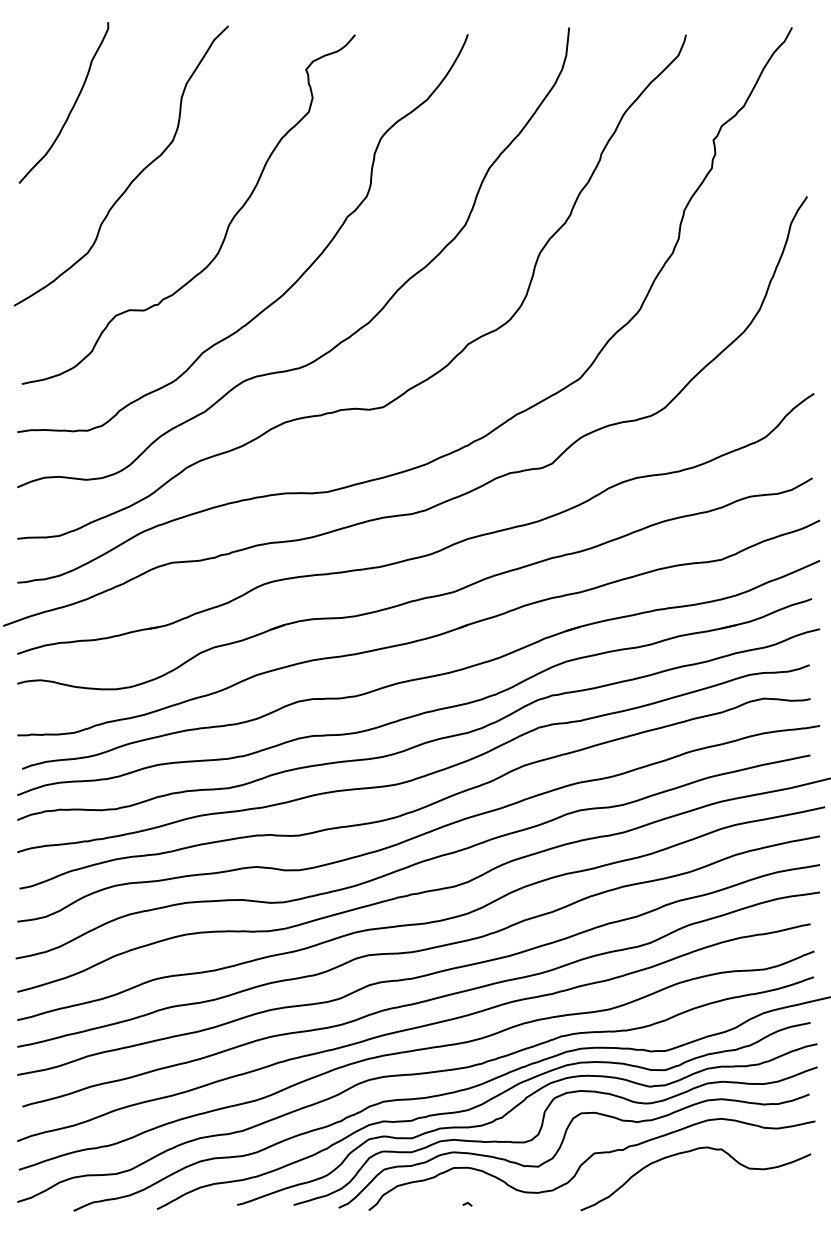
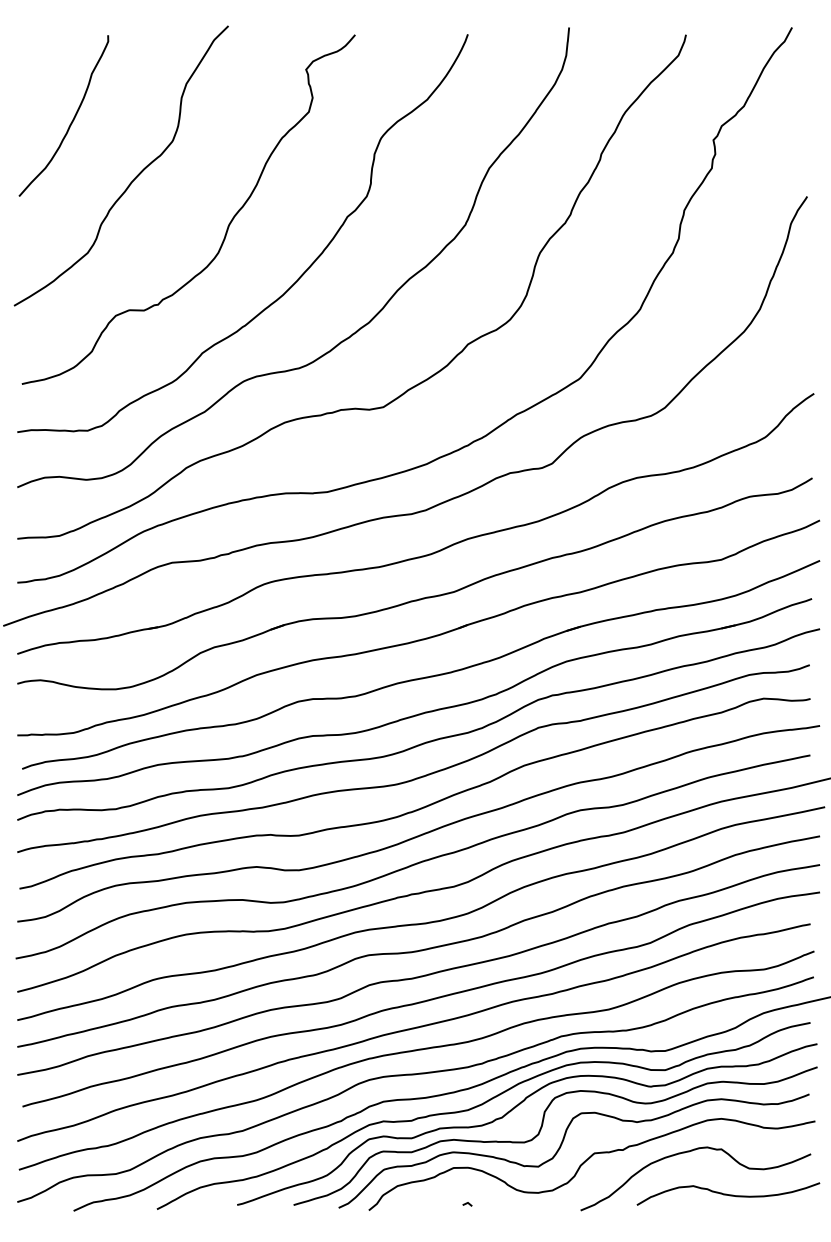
curve at (72, 106) position: (72, 106) -> (72, 119)
curve at (728, 1194): none -> present
